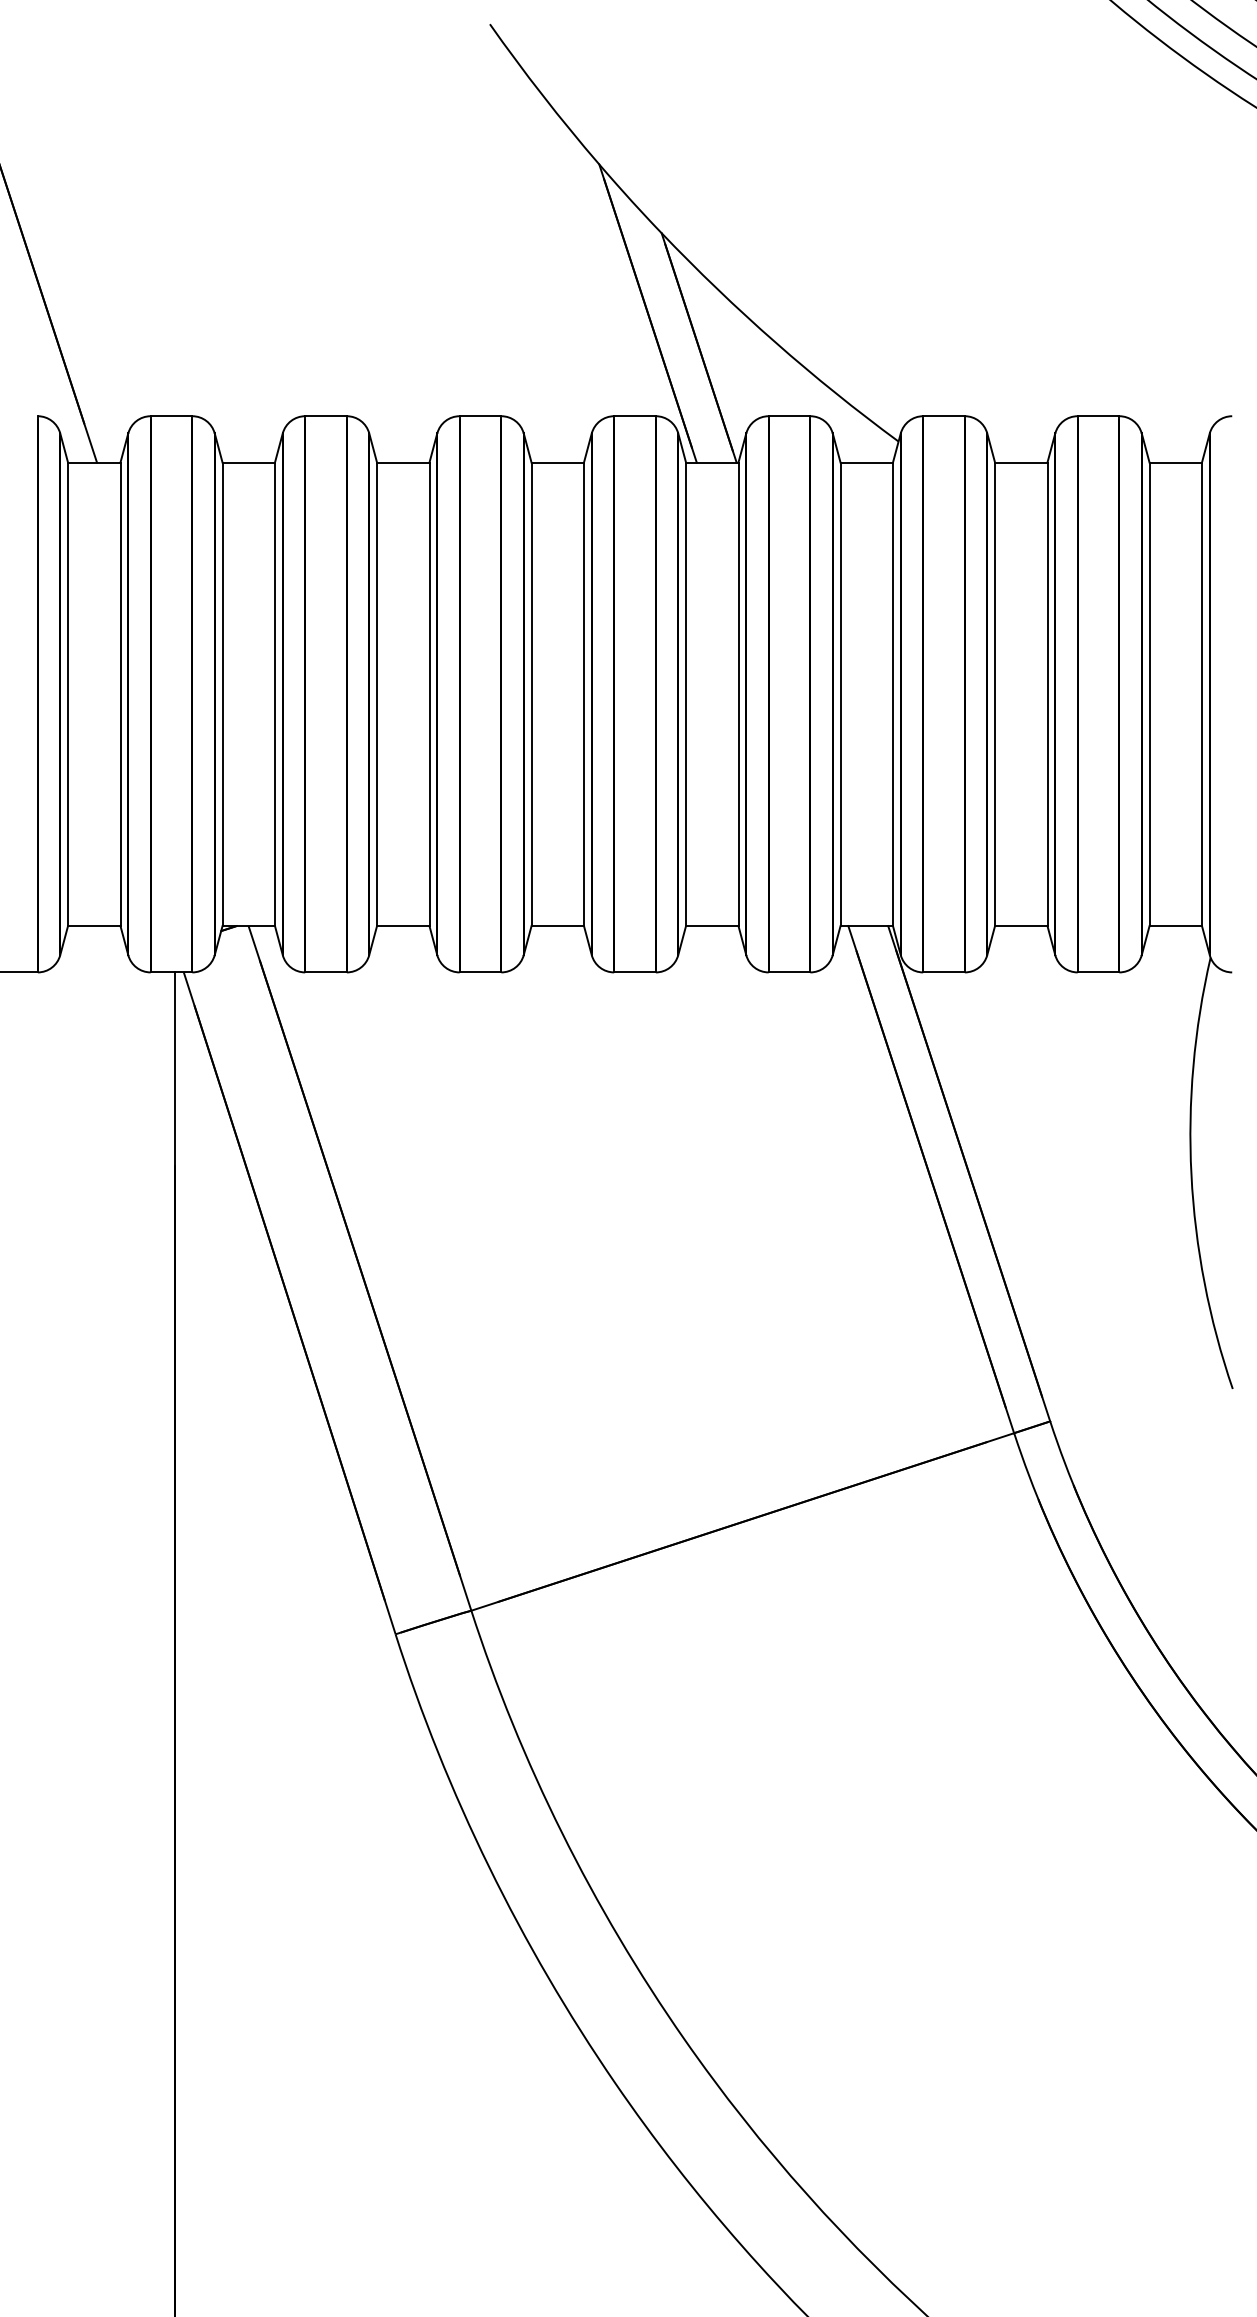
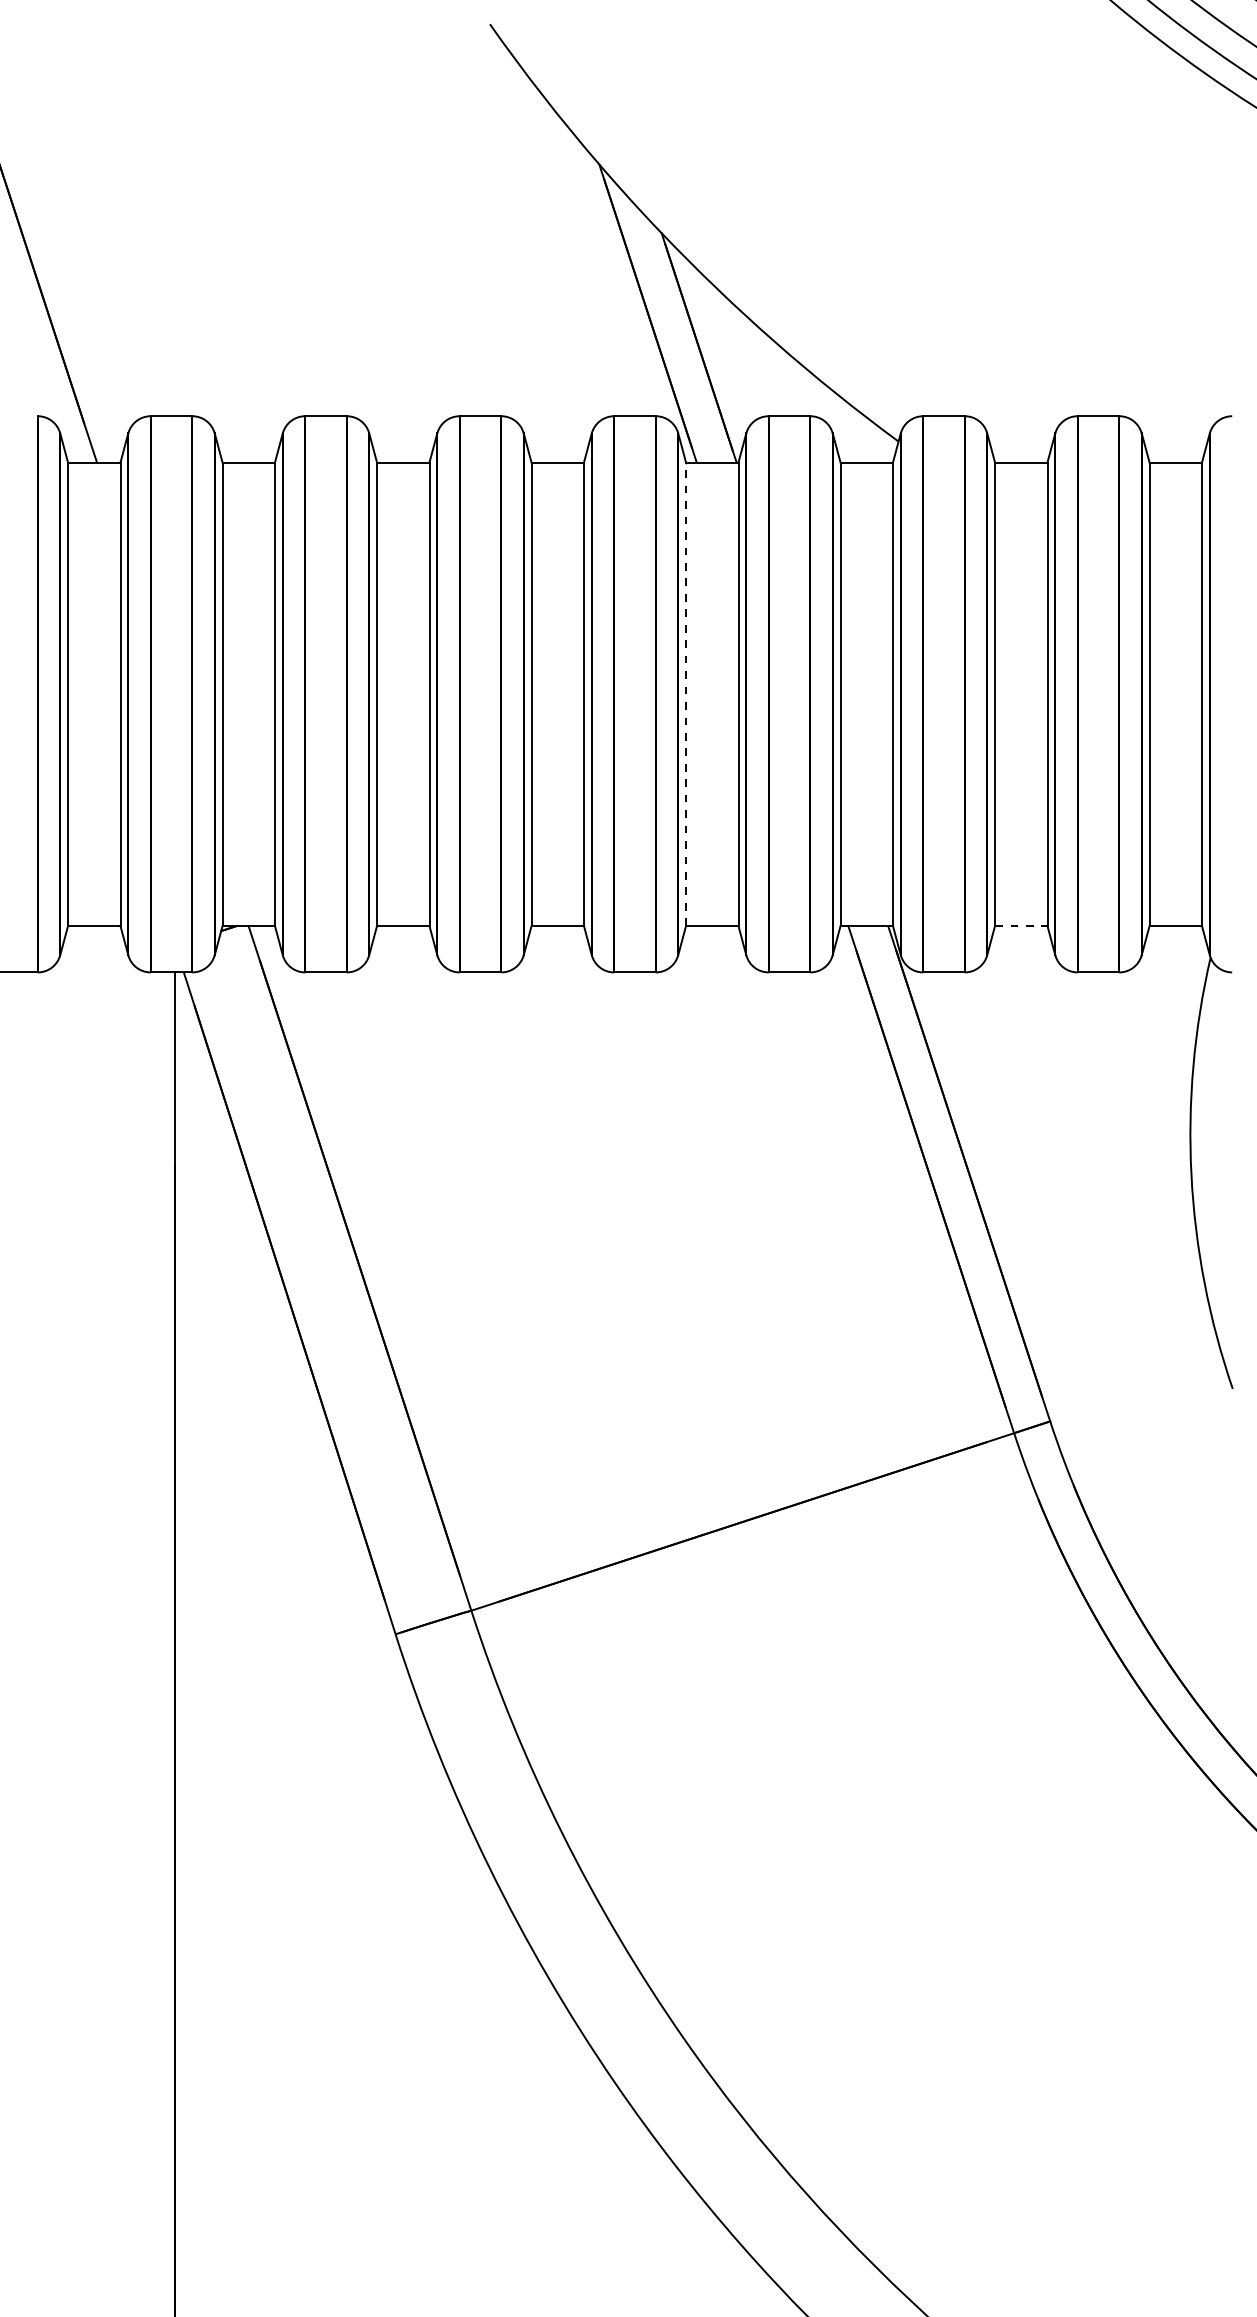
line at (686, 694): solid -> dashed
line at (1021, 926): solid -> dashed
